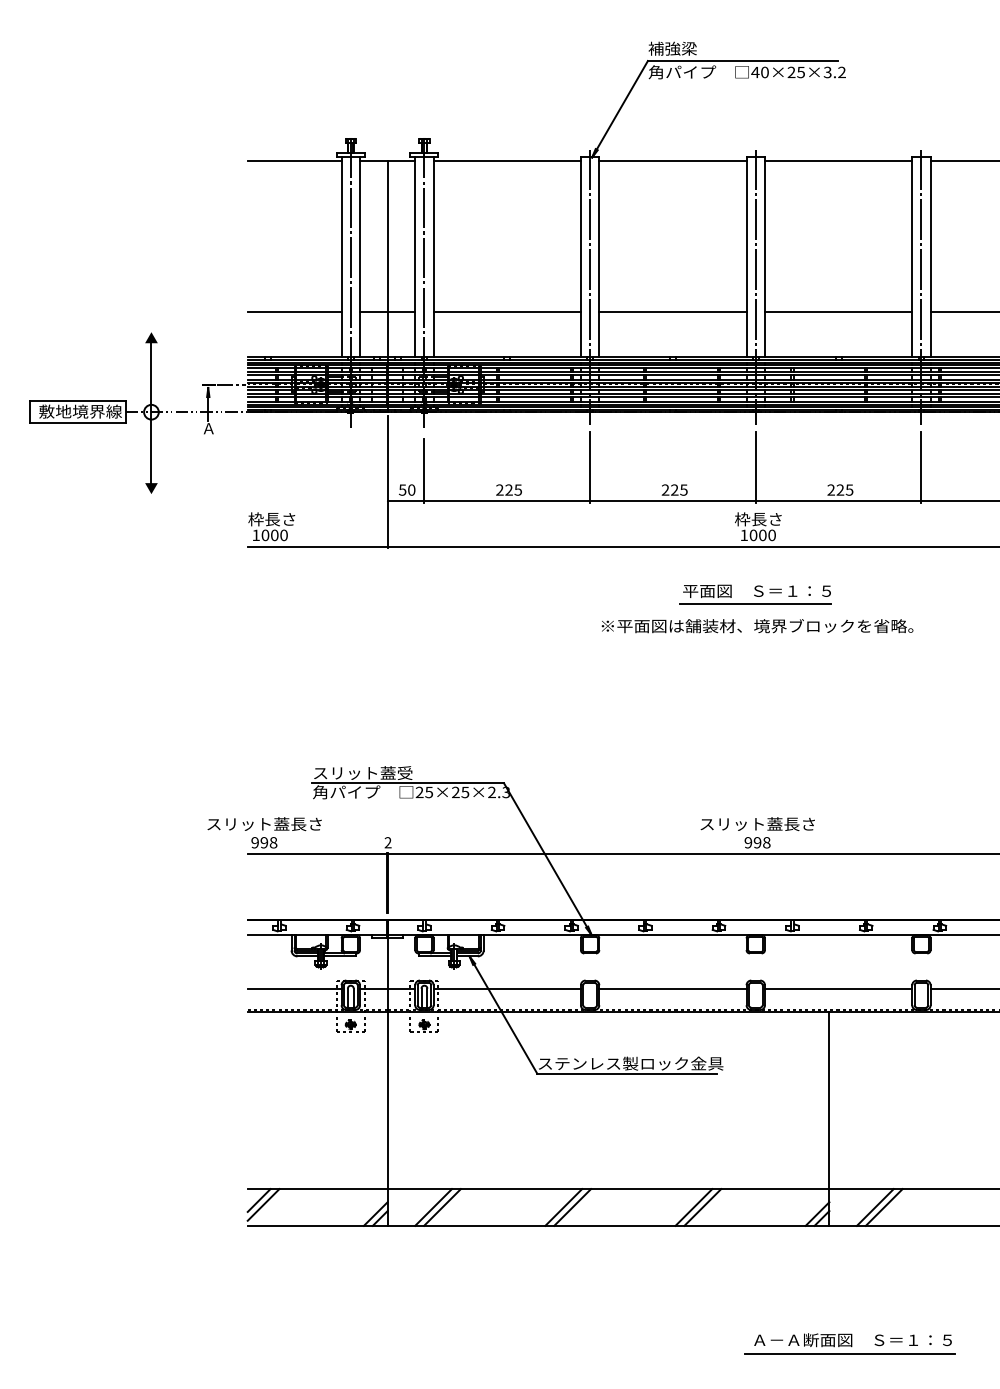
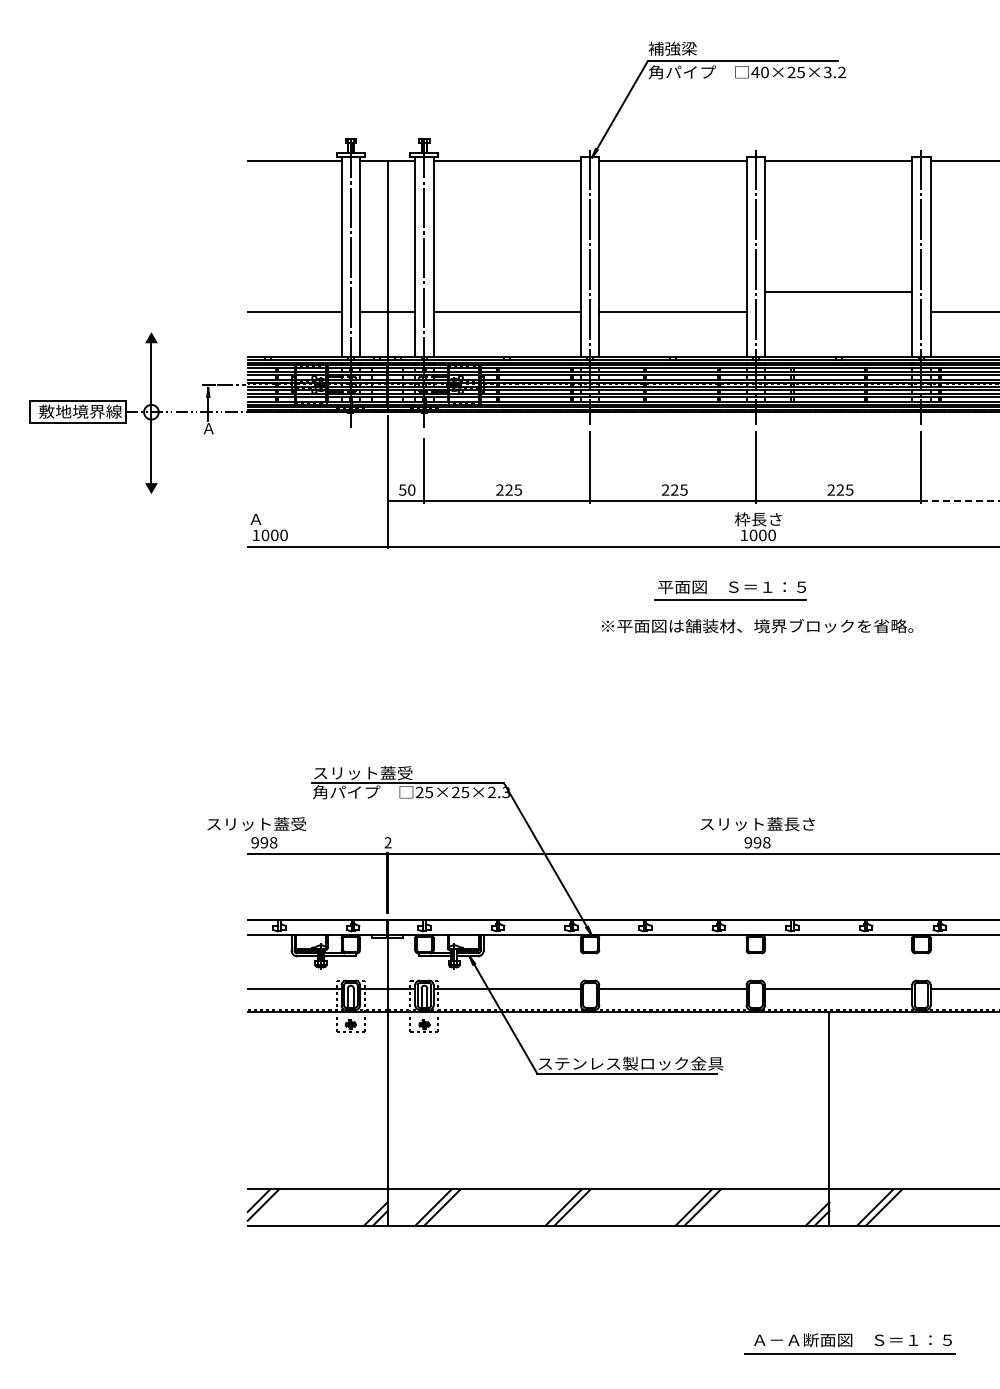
line at (838, 311) position: (838, 311) -> (838, 291)
line at (960, 501): solid -> dashed
text at (271, 519): 枠長さ -> Ａ
part at (755, 594) position: (755, 594) -> (730, 590)
text at (306, 823): スリット蓋長さ -> スリット蓋受
